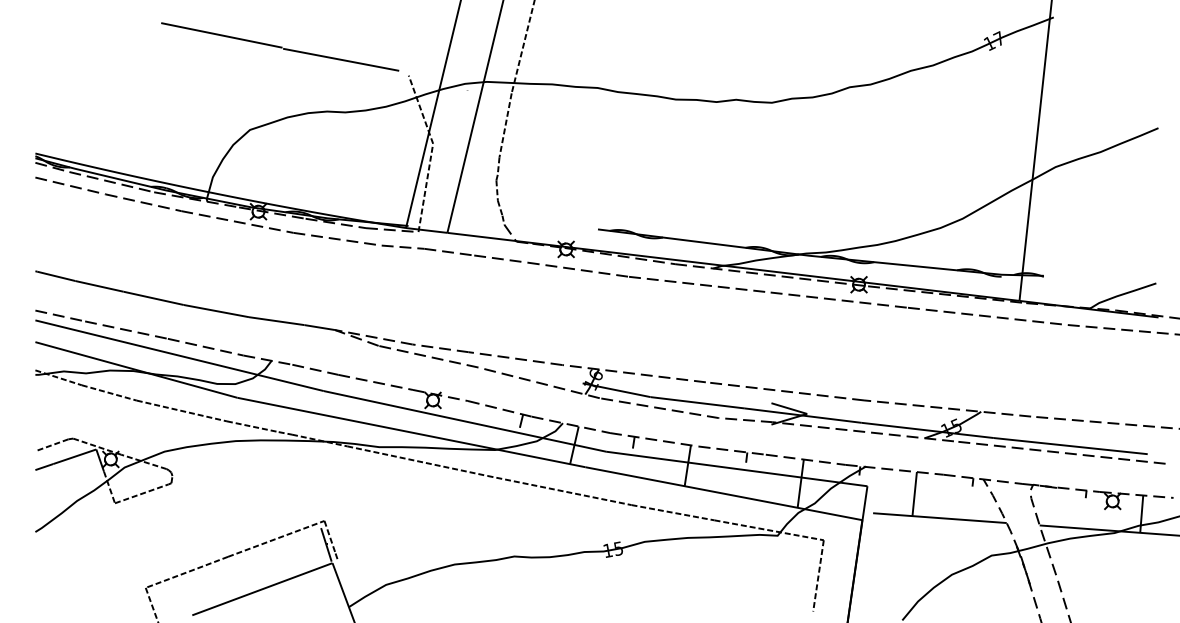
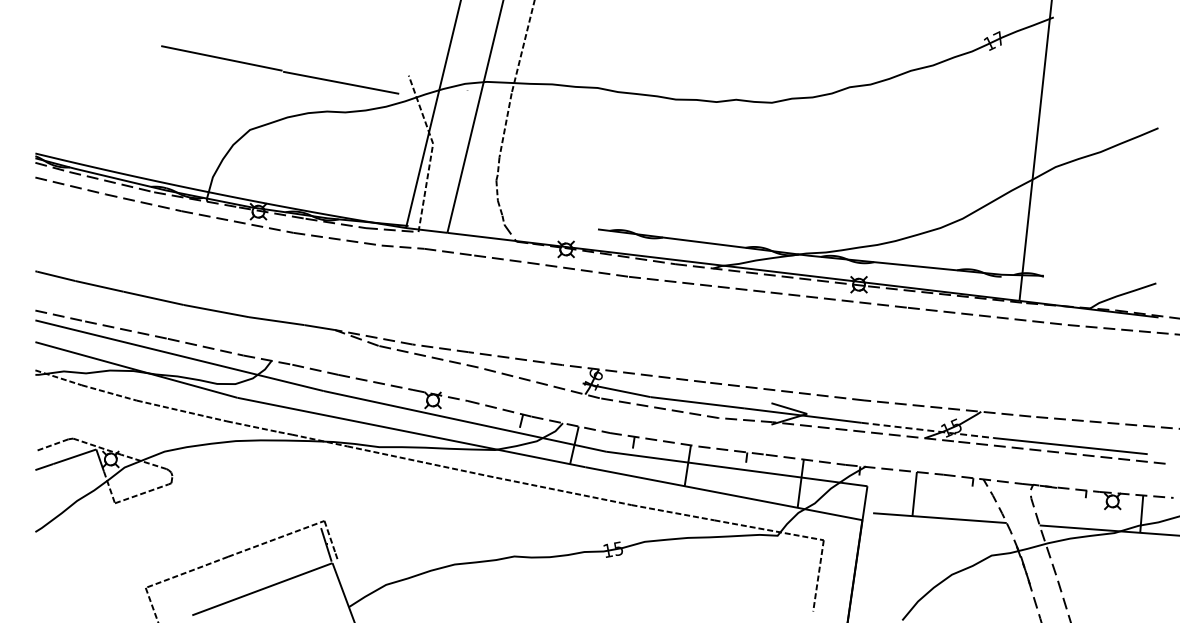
part at (280, 46) position: (280, 46) -> (280, 69)
line at (928, 430): solid -> dashed
